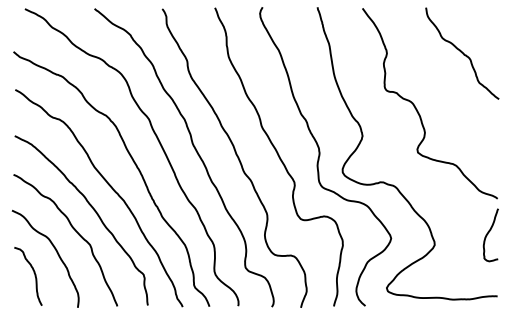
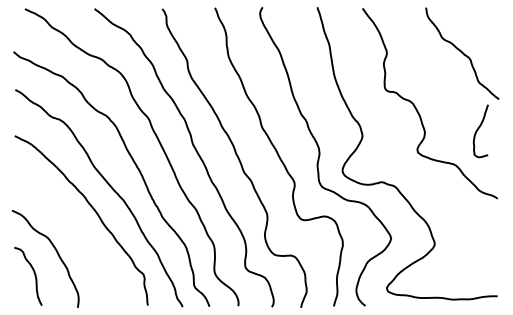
curve at (74, 230): present -> none
curve at (488, 234) position: (488, 234) -> (478, 130)
